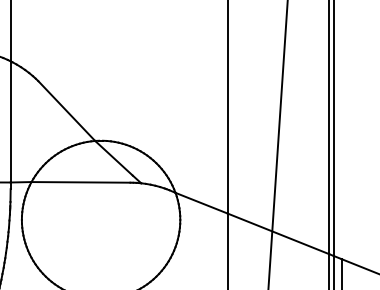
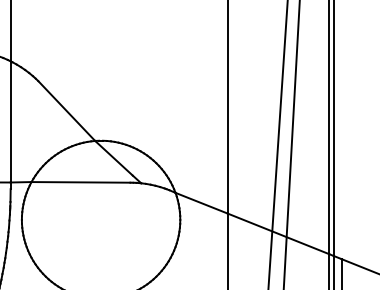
line at (291, 144): none -> present
